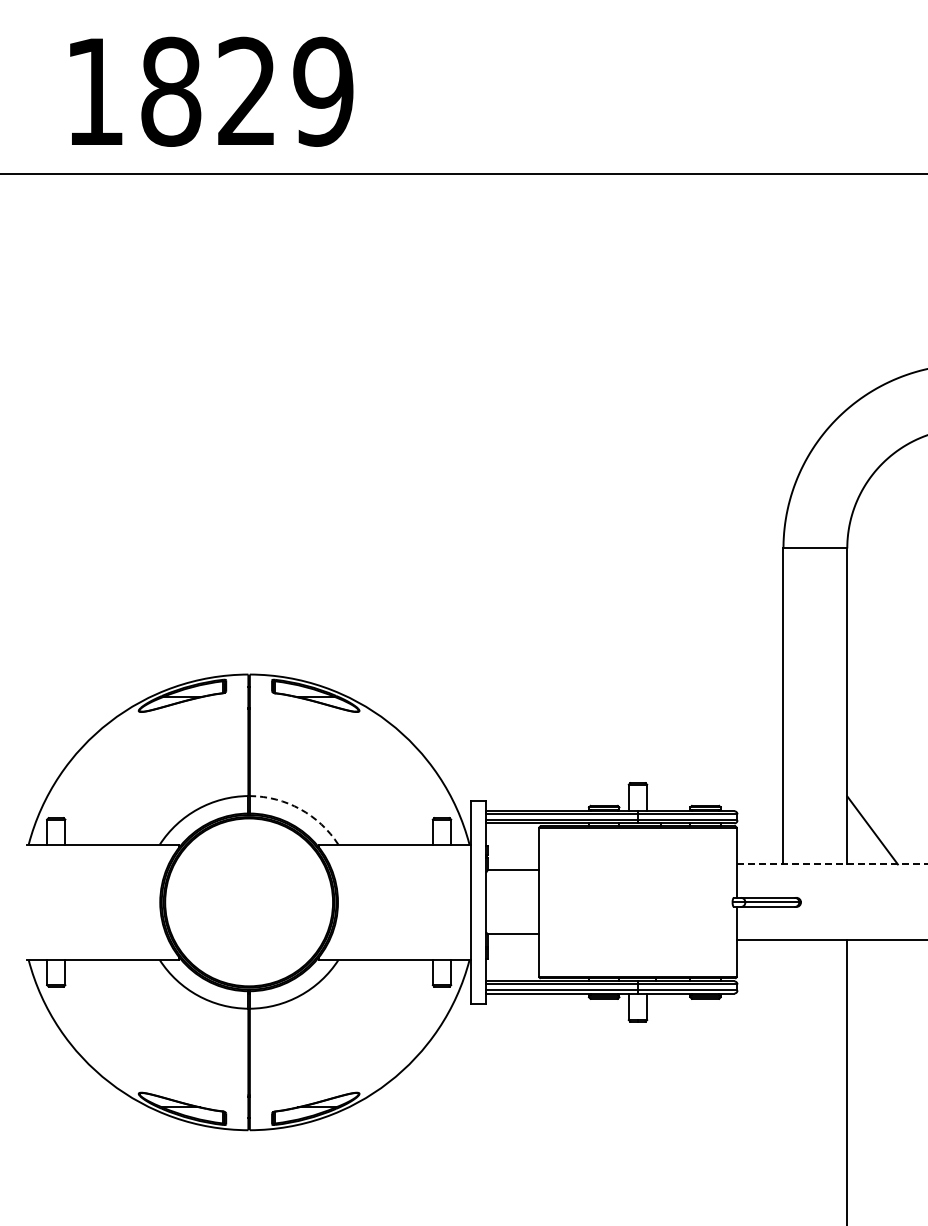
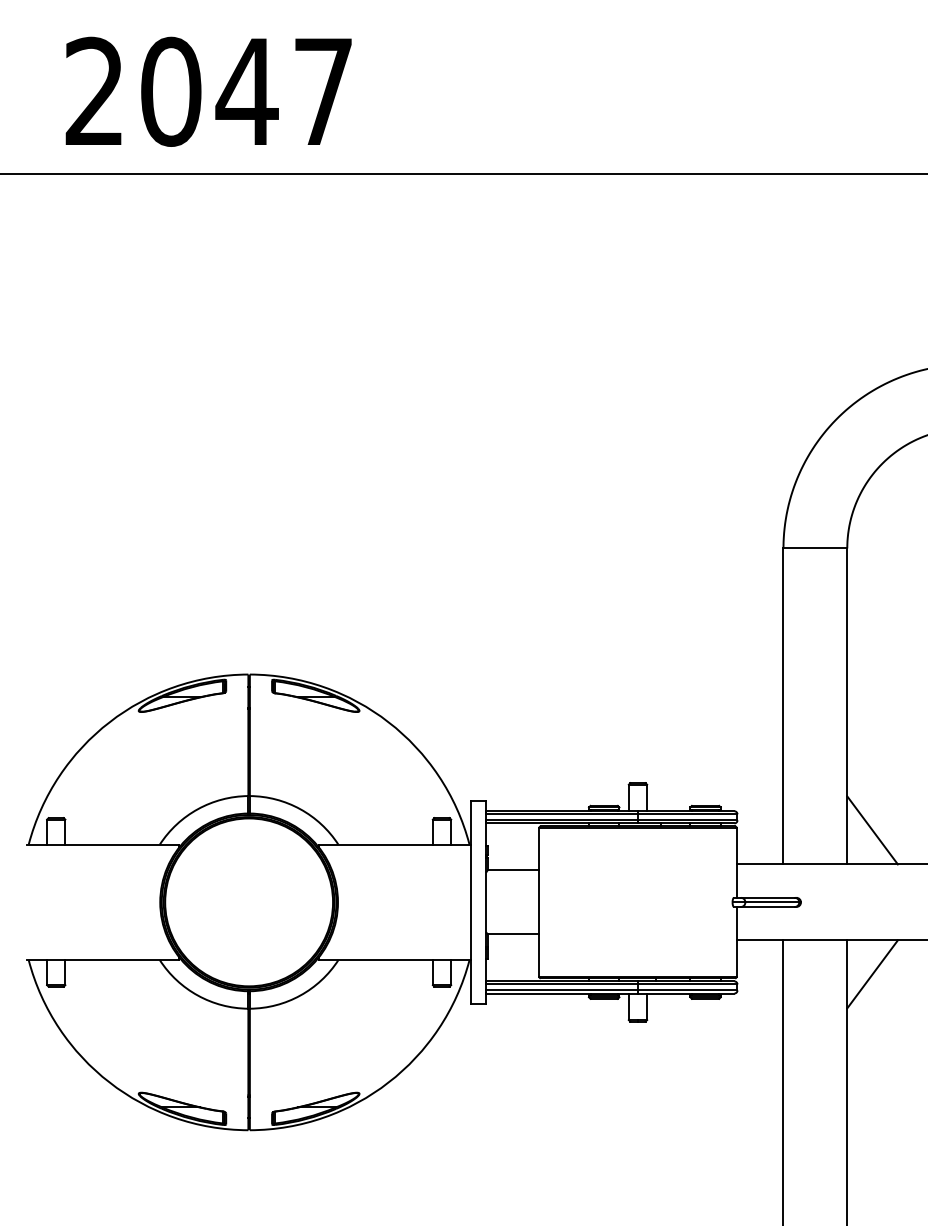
text at (209, 91): 1829 -> 2047
arc at (300, 809): dashed -> solid
line at (832, 864): dashed -> solid
line at (872, 974): none -> present
line at (783, 1081): none -> present
